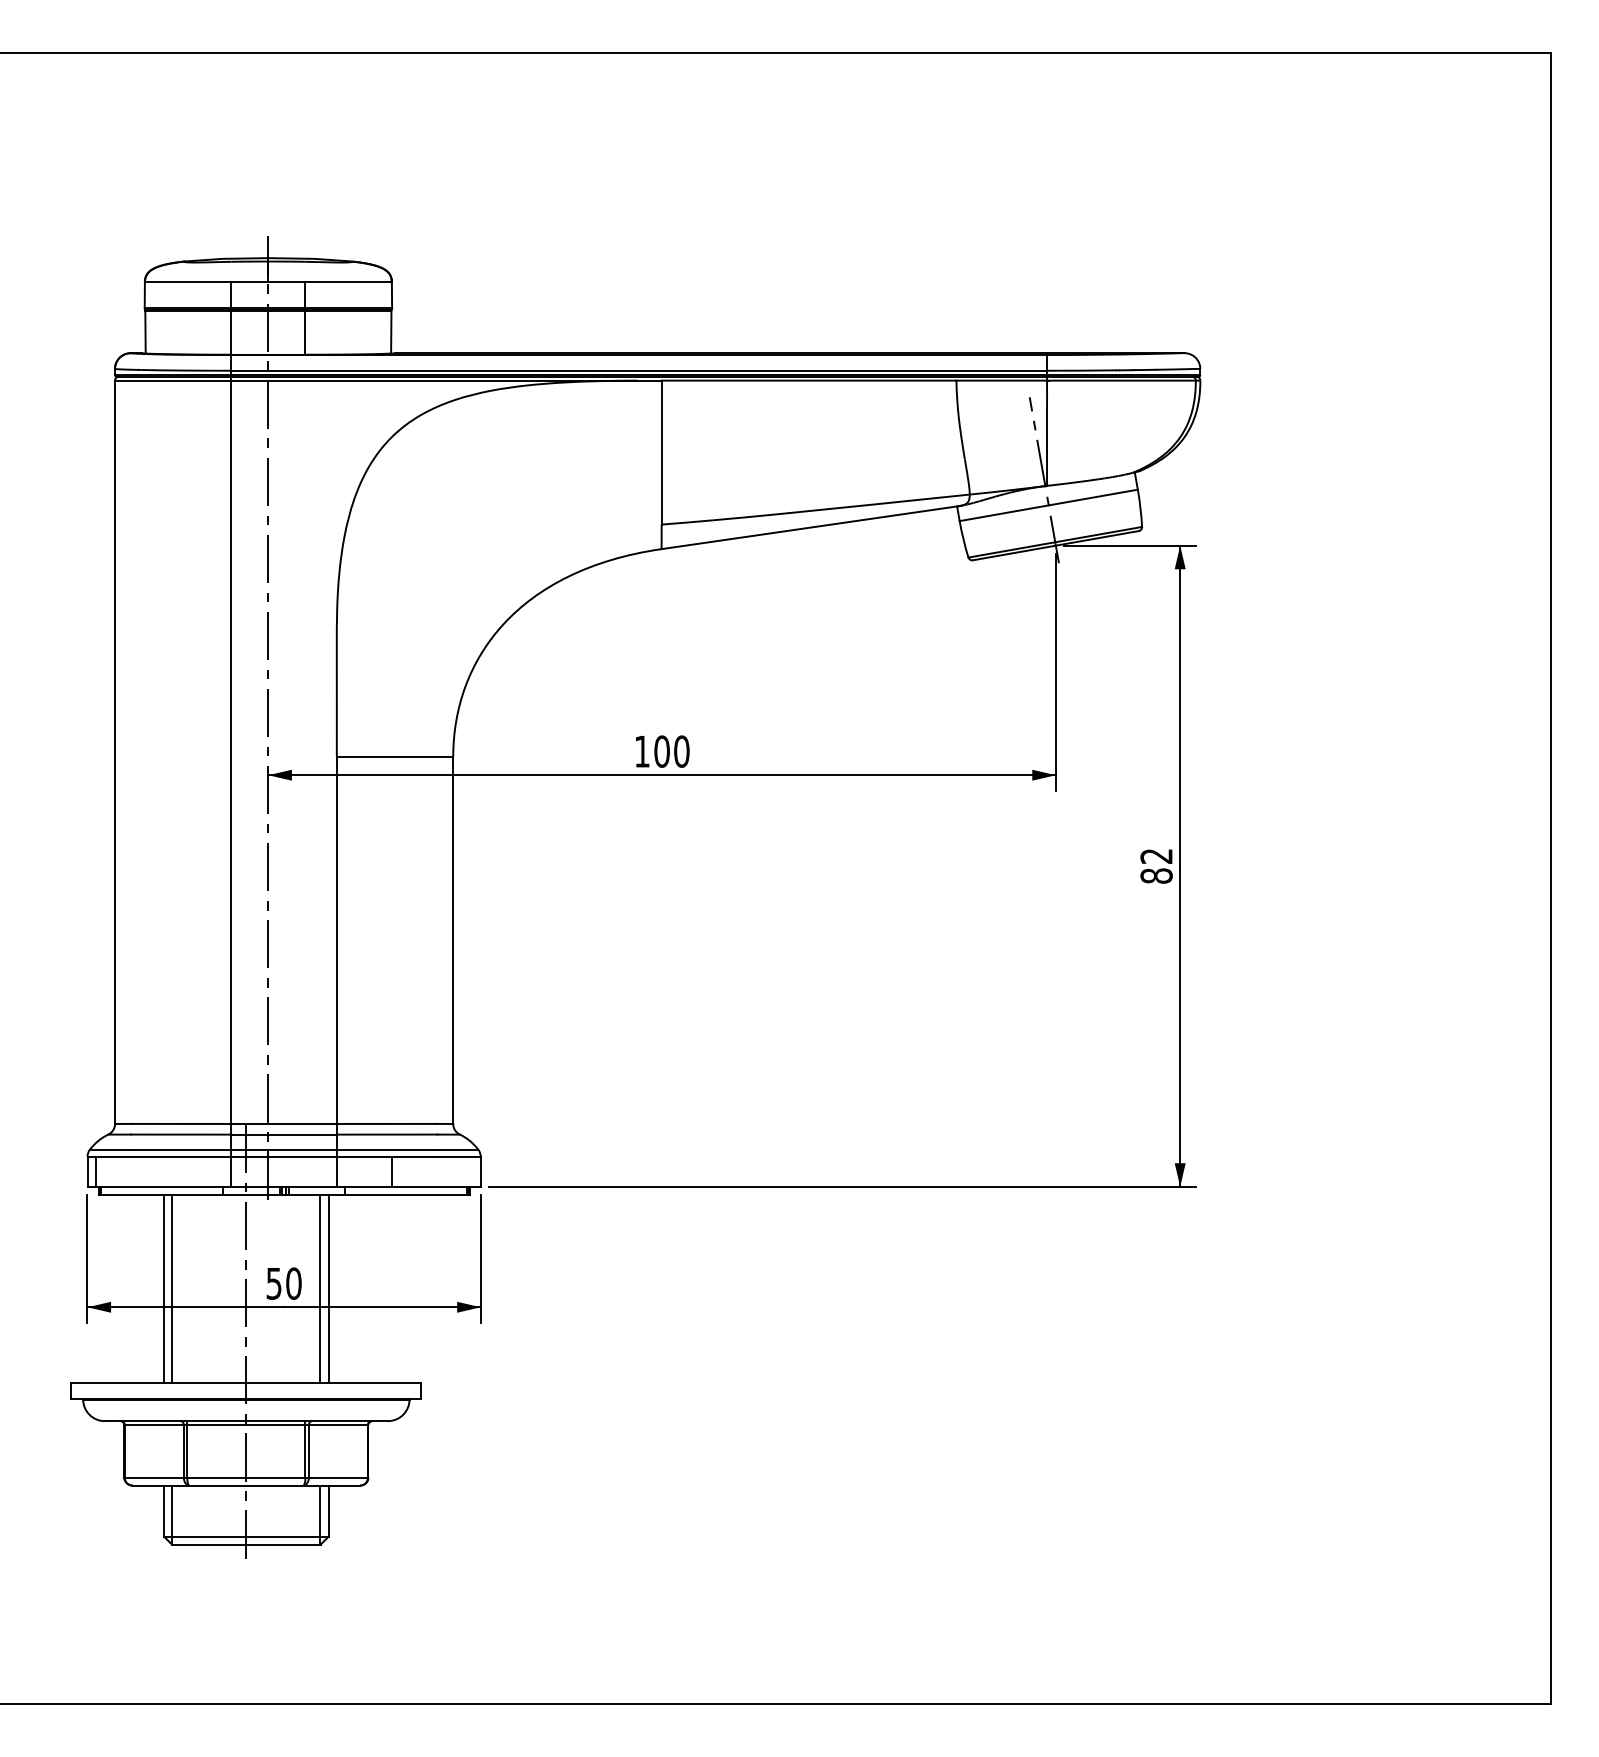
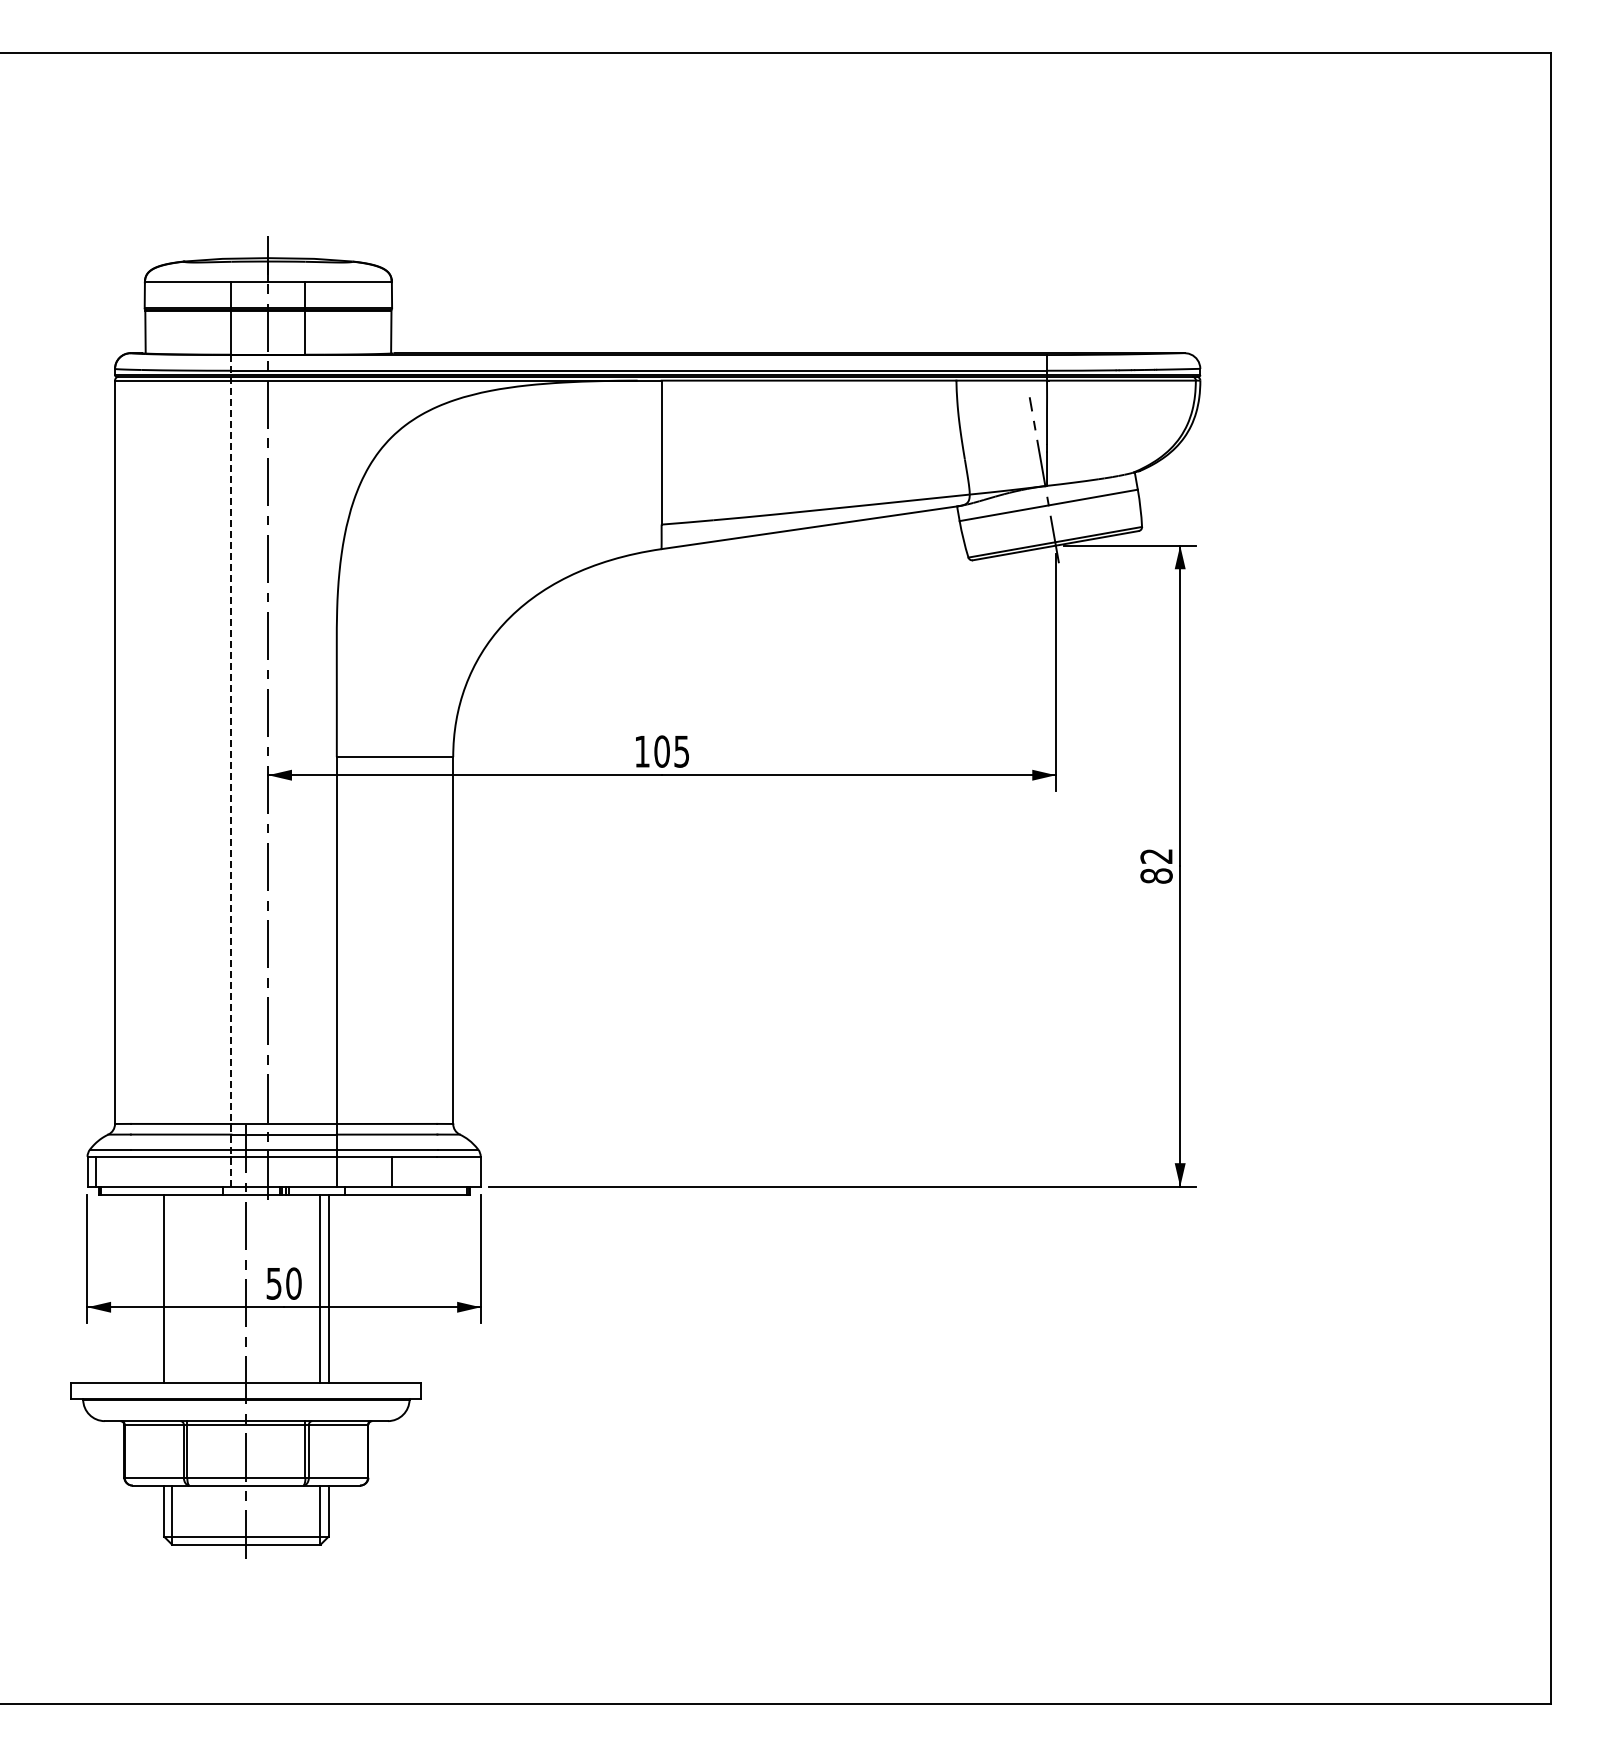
text at (681, 751): 100 -> 105
line at (231, 770): solid -> dashed
line at (172, 1288): present -> none
